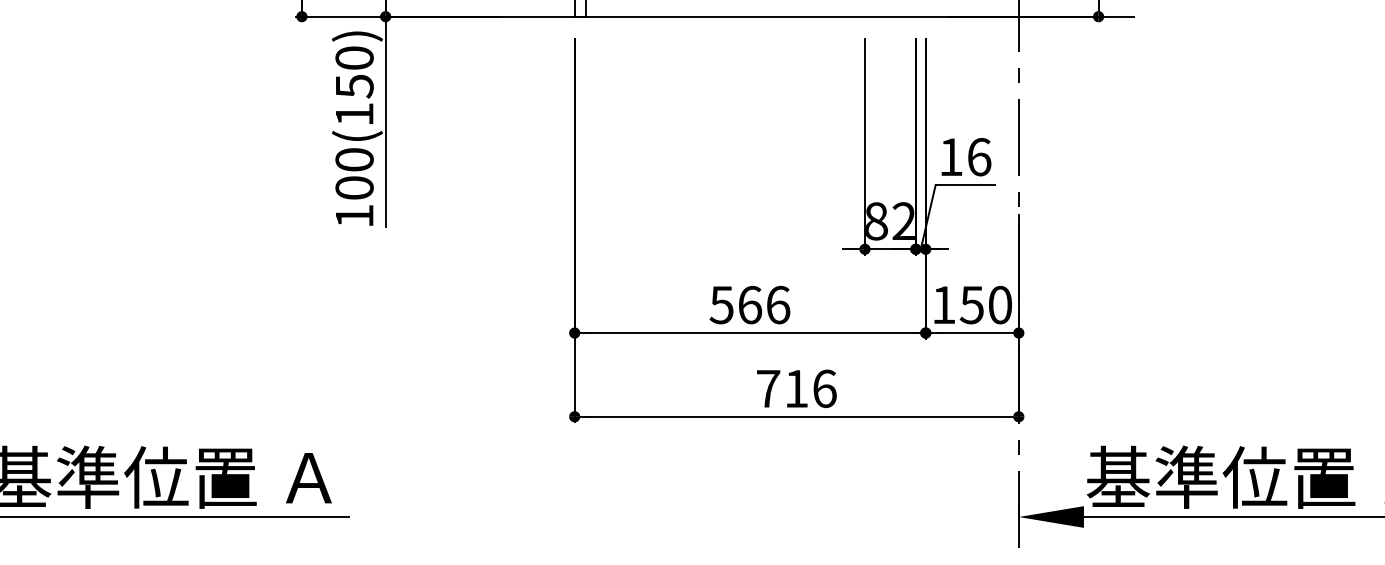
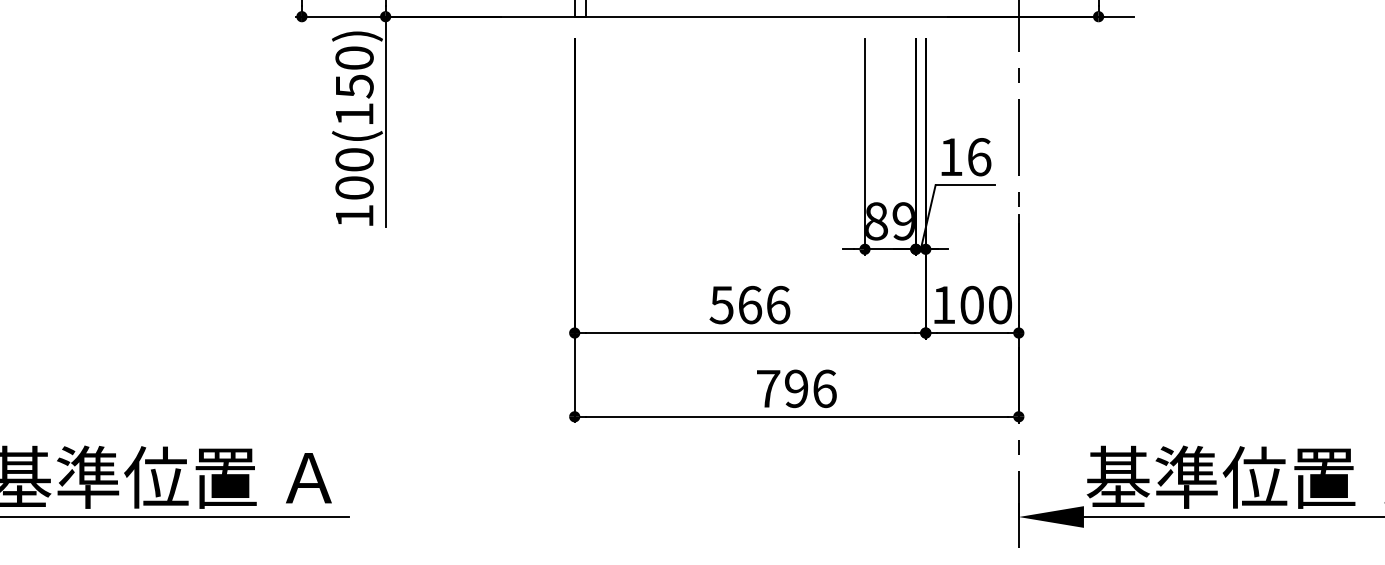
text at (903, 221): 82 -> 89
text at (971, 304): 150 -> 100
text at (796, 388): 716 -> 796
